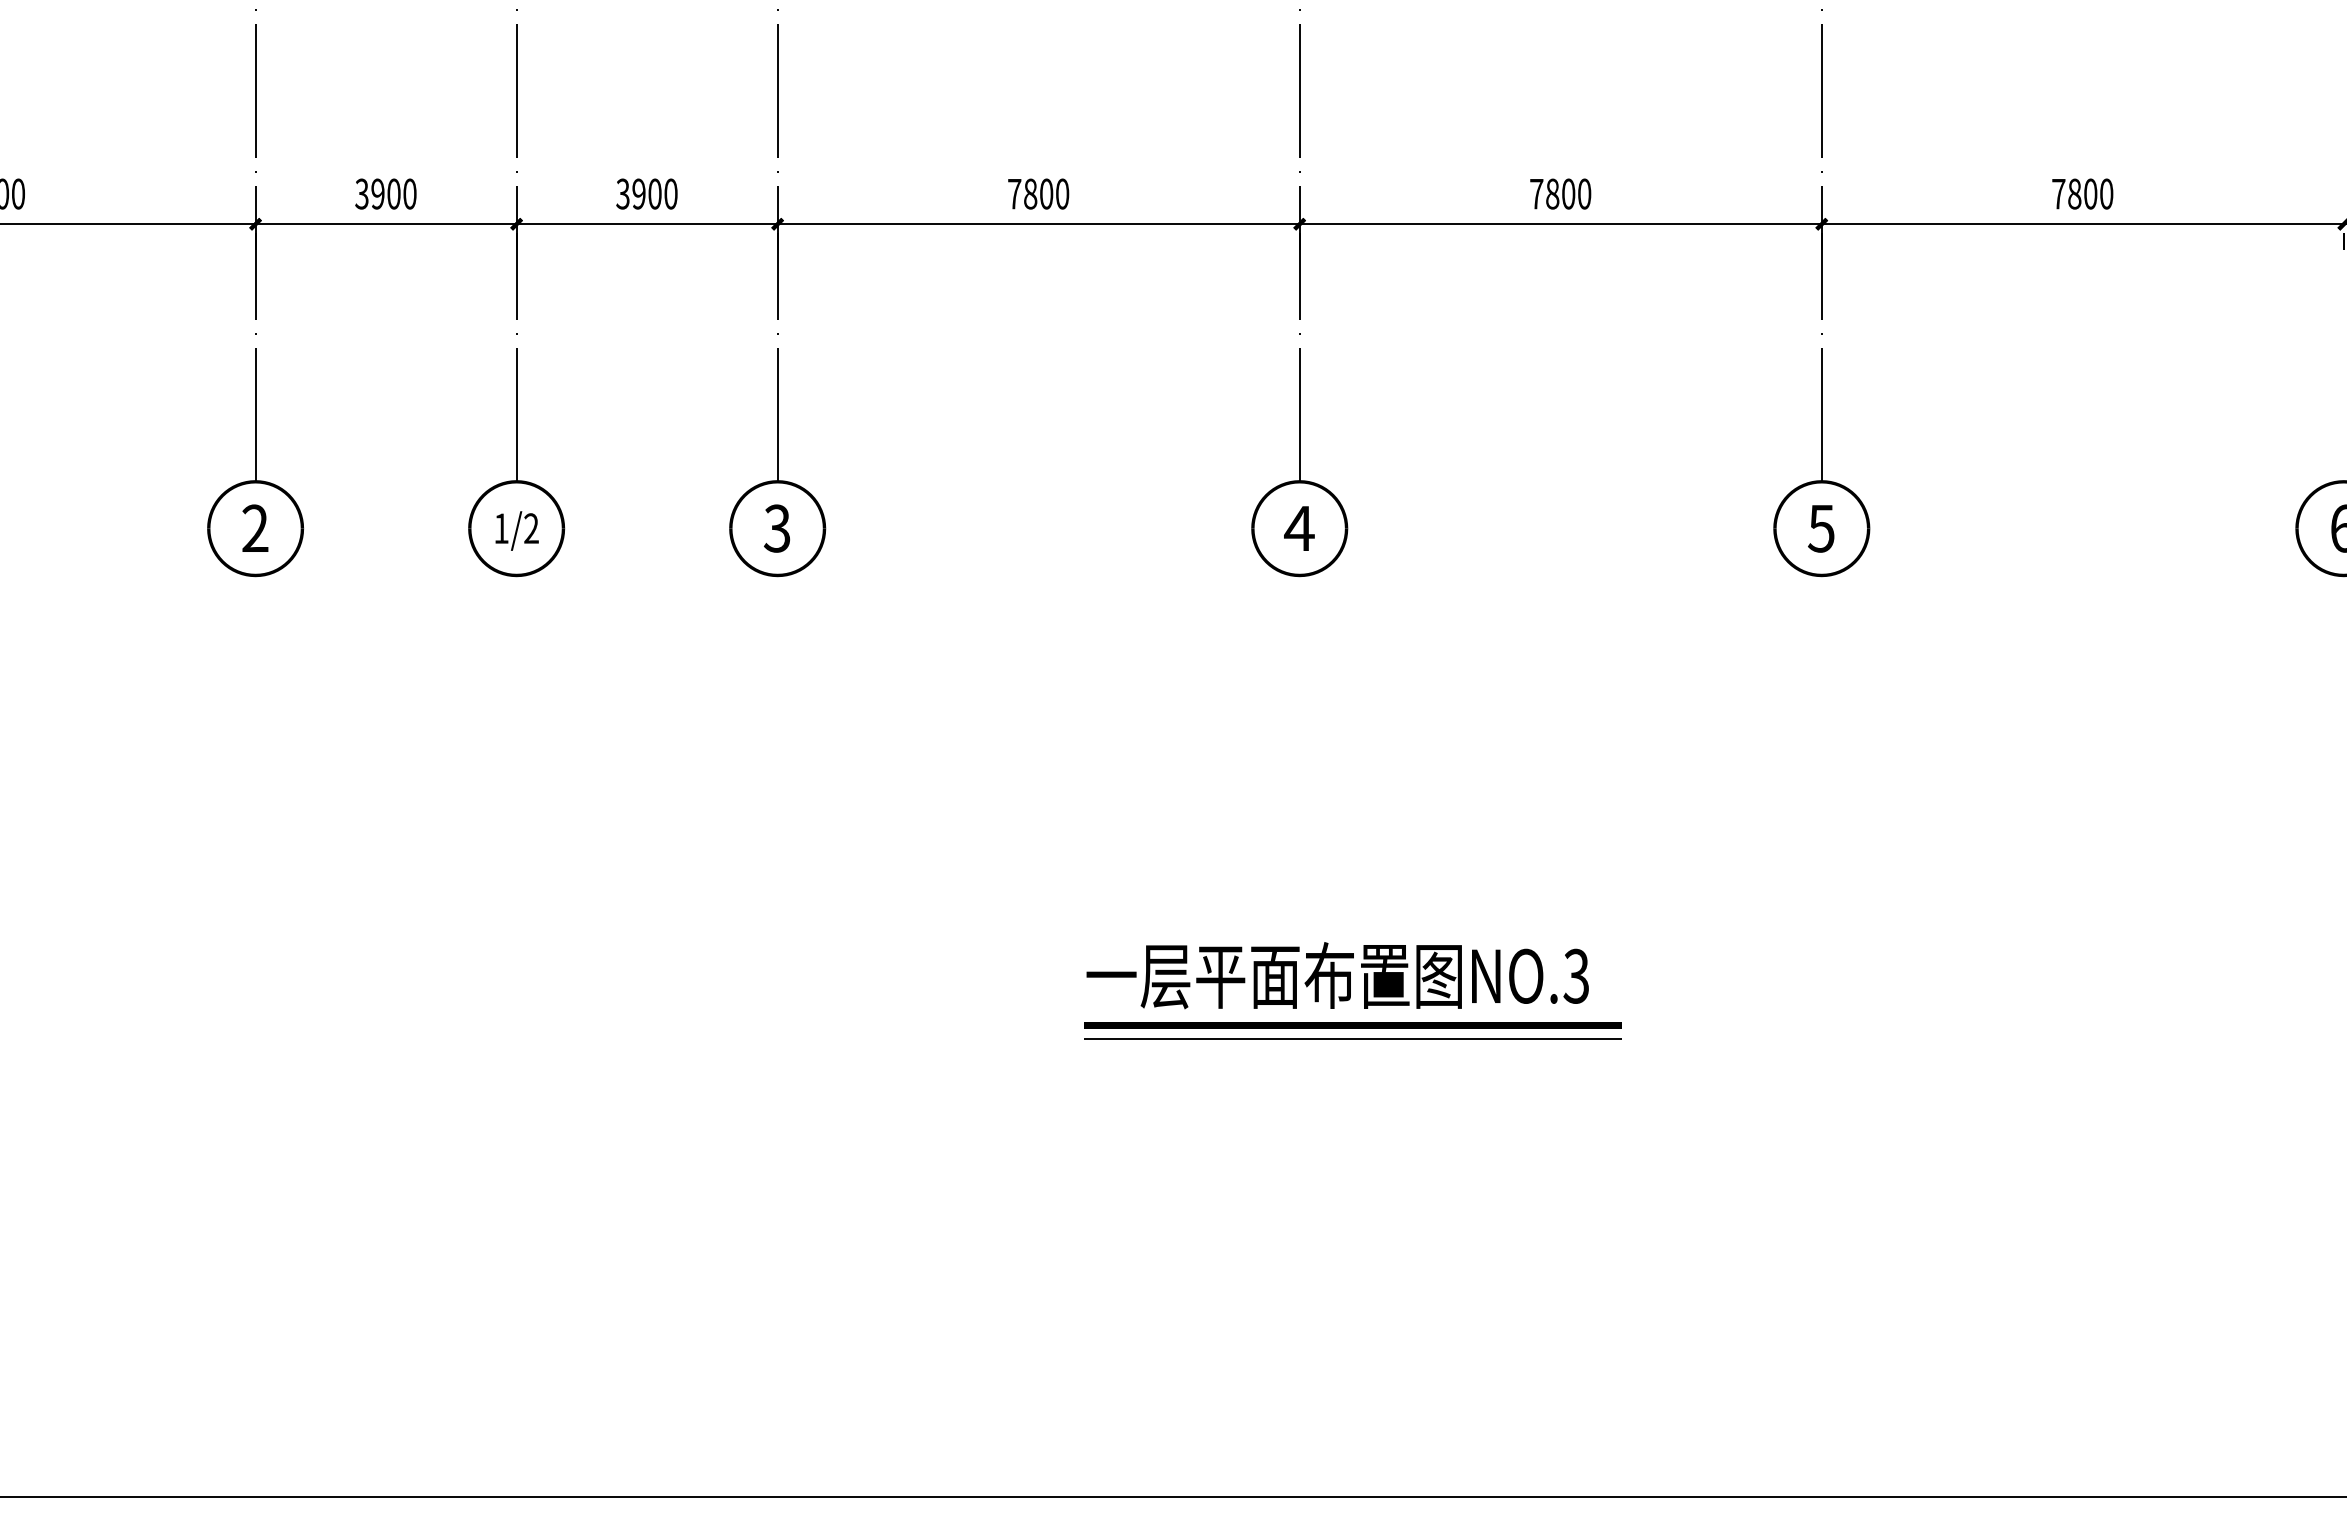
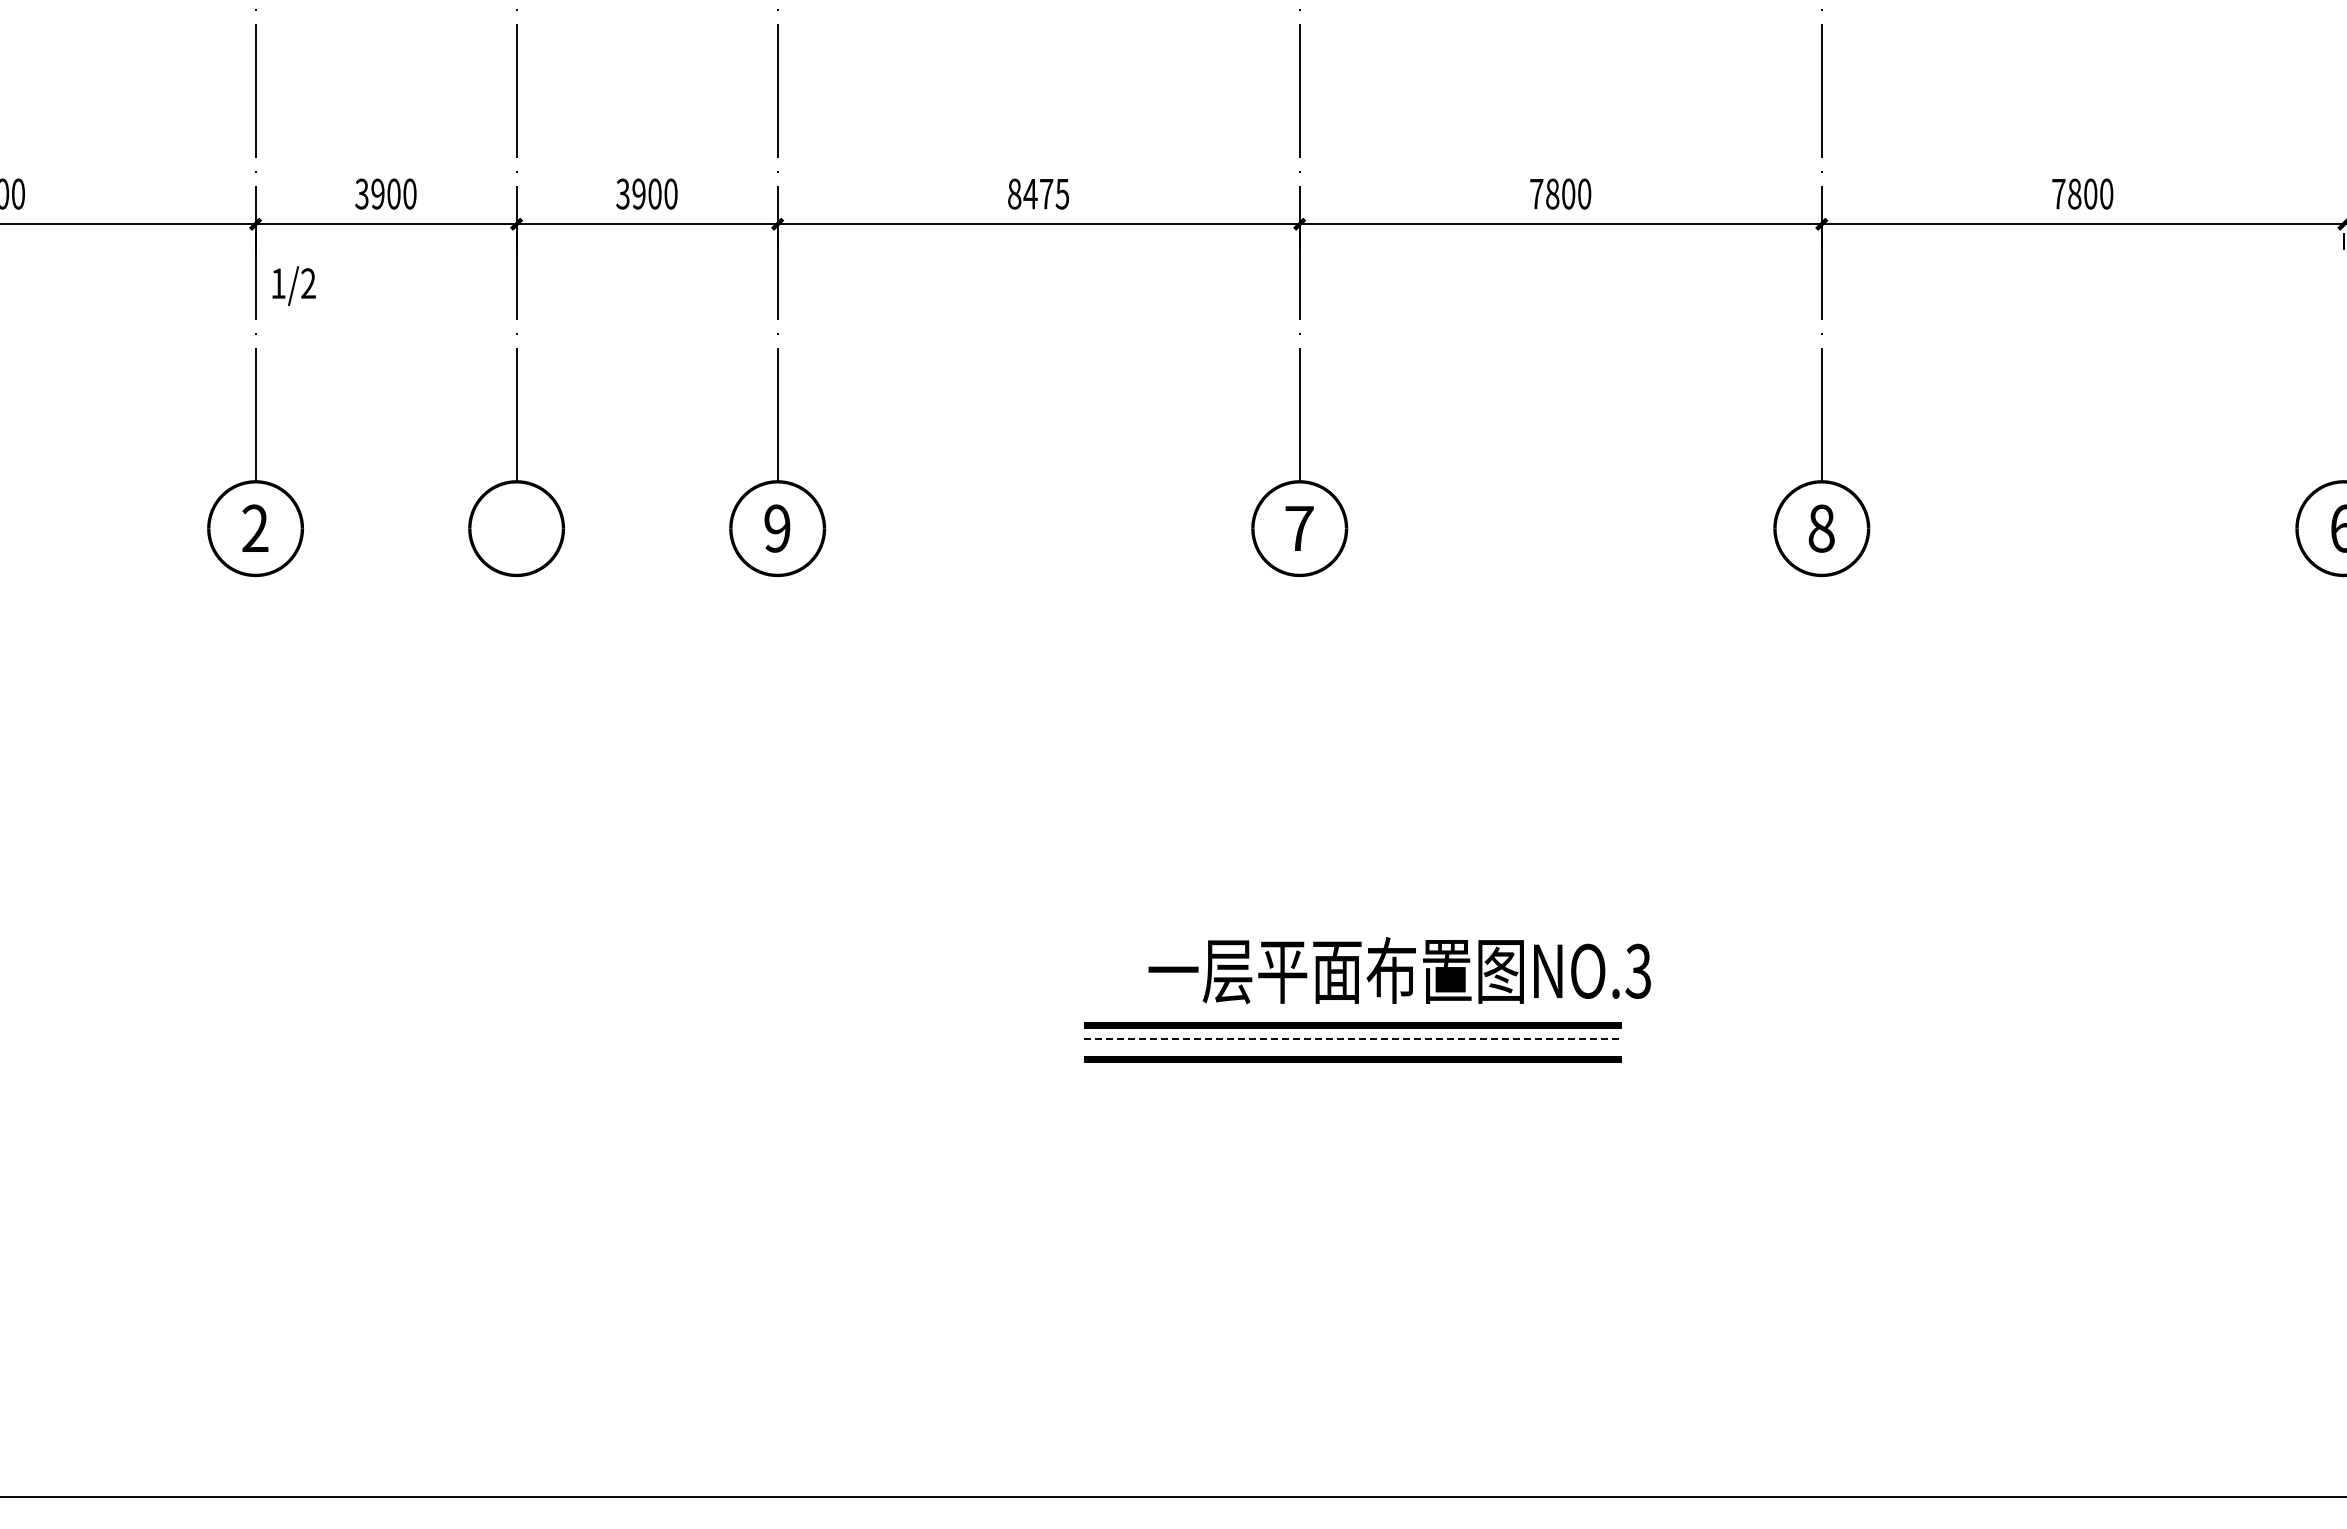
text at (1038, 193): 7800 -> 8475
text at (776, 528): 3 -> 9
text at (1299, 528): 4 -> 7
text at (1821, 528): 5 -> 8
text at (516, 530) position: (516, 530) -> (293, 285)
text at (1337, 975) position: (1337, 975) -> (1399, 970)
line at (1353, 1039): solid -> dashed
line at (1352, 1059): none -> present
